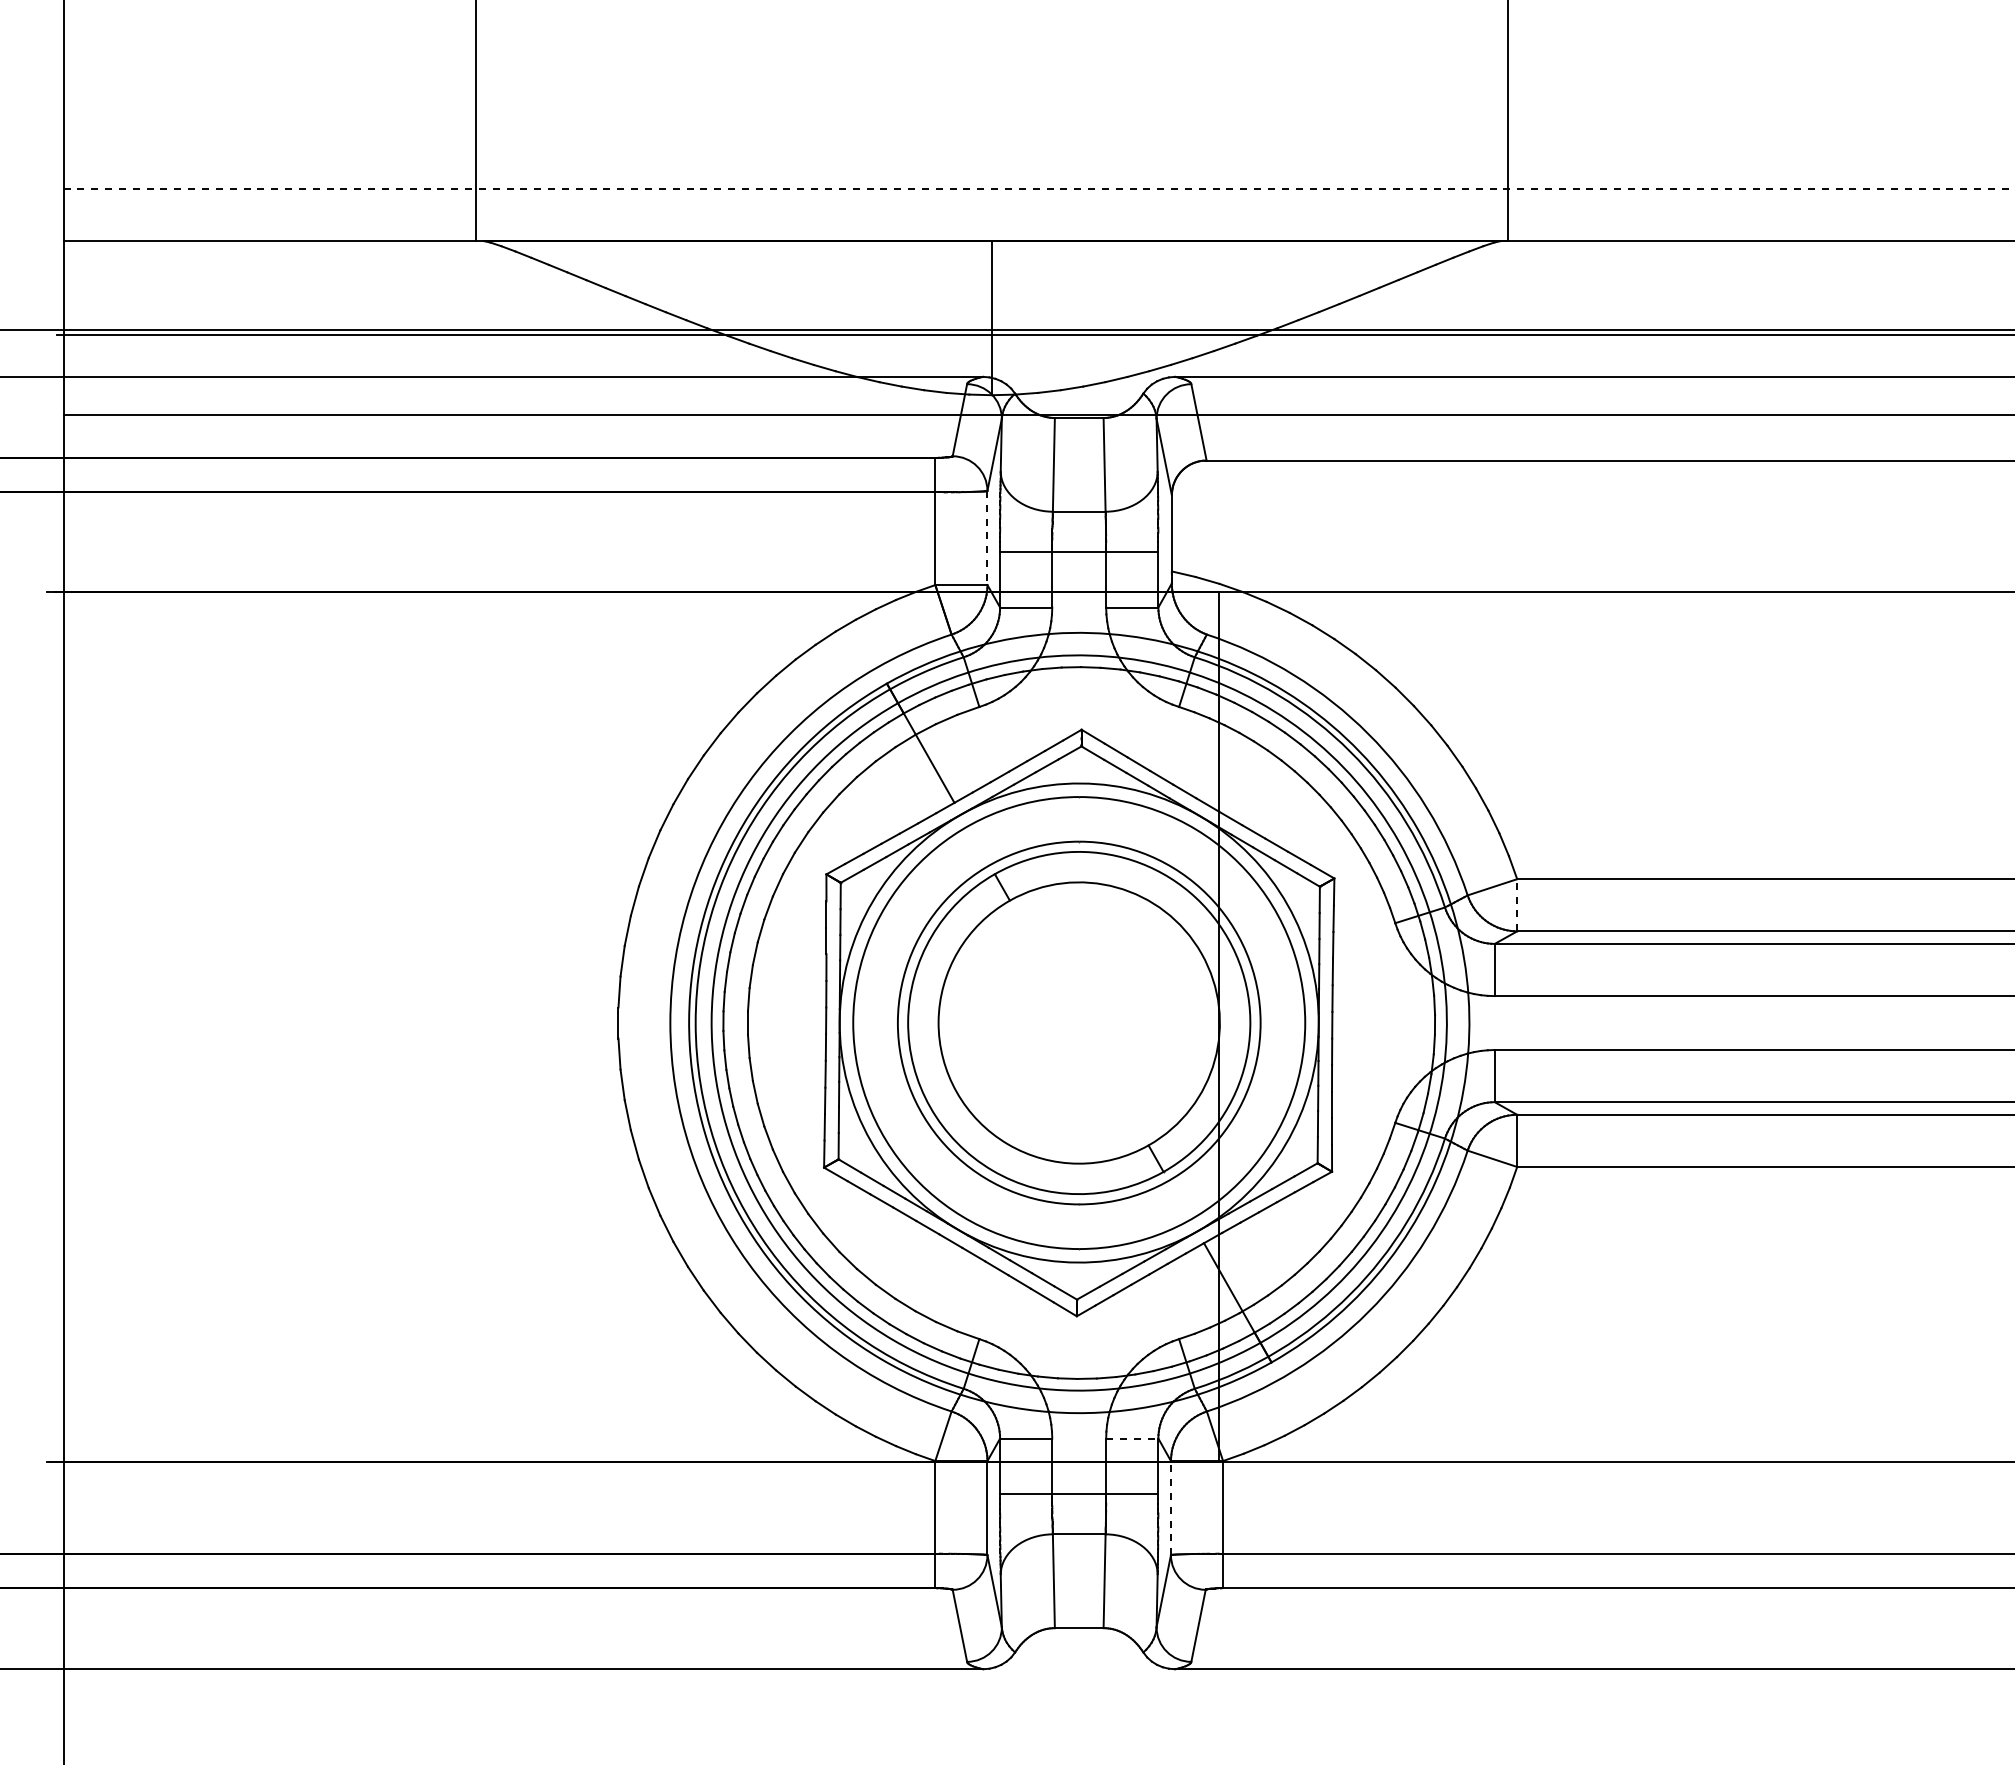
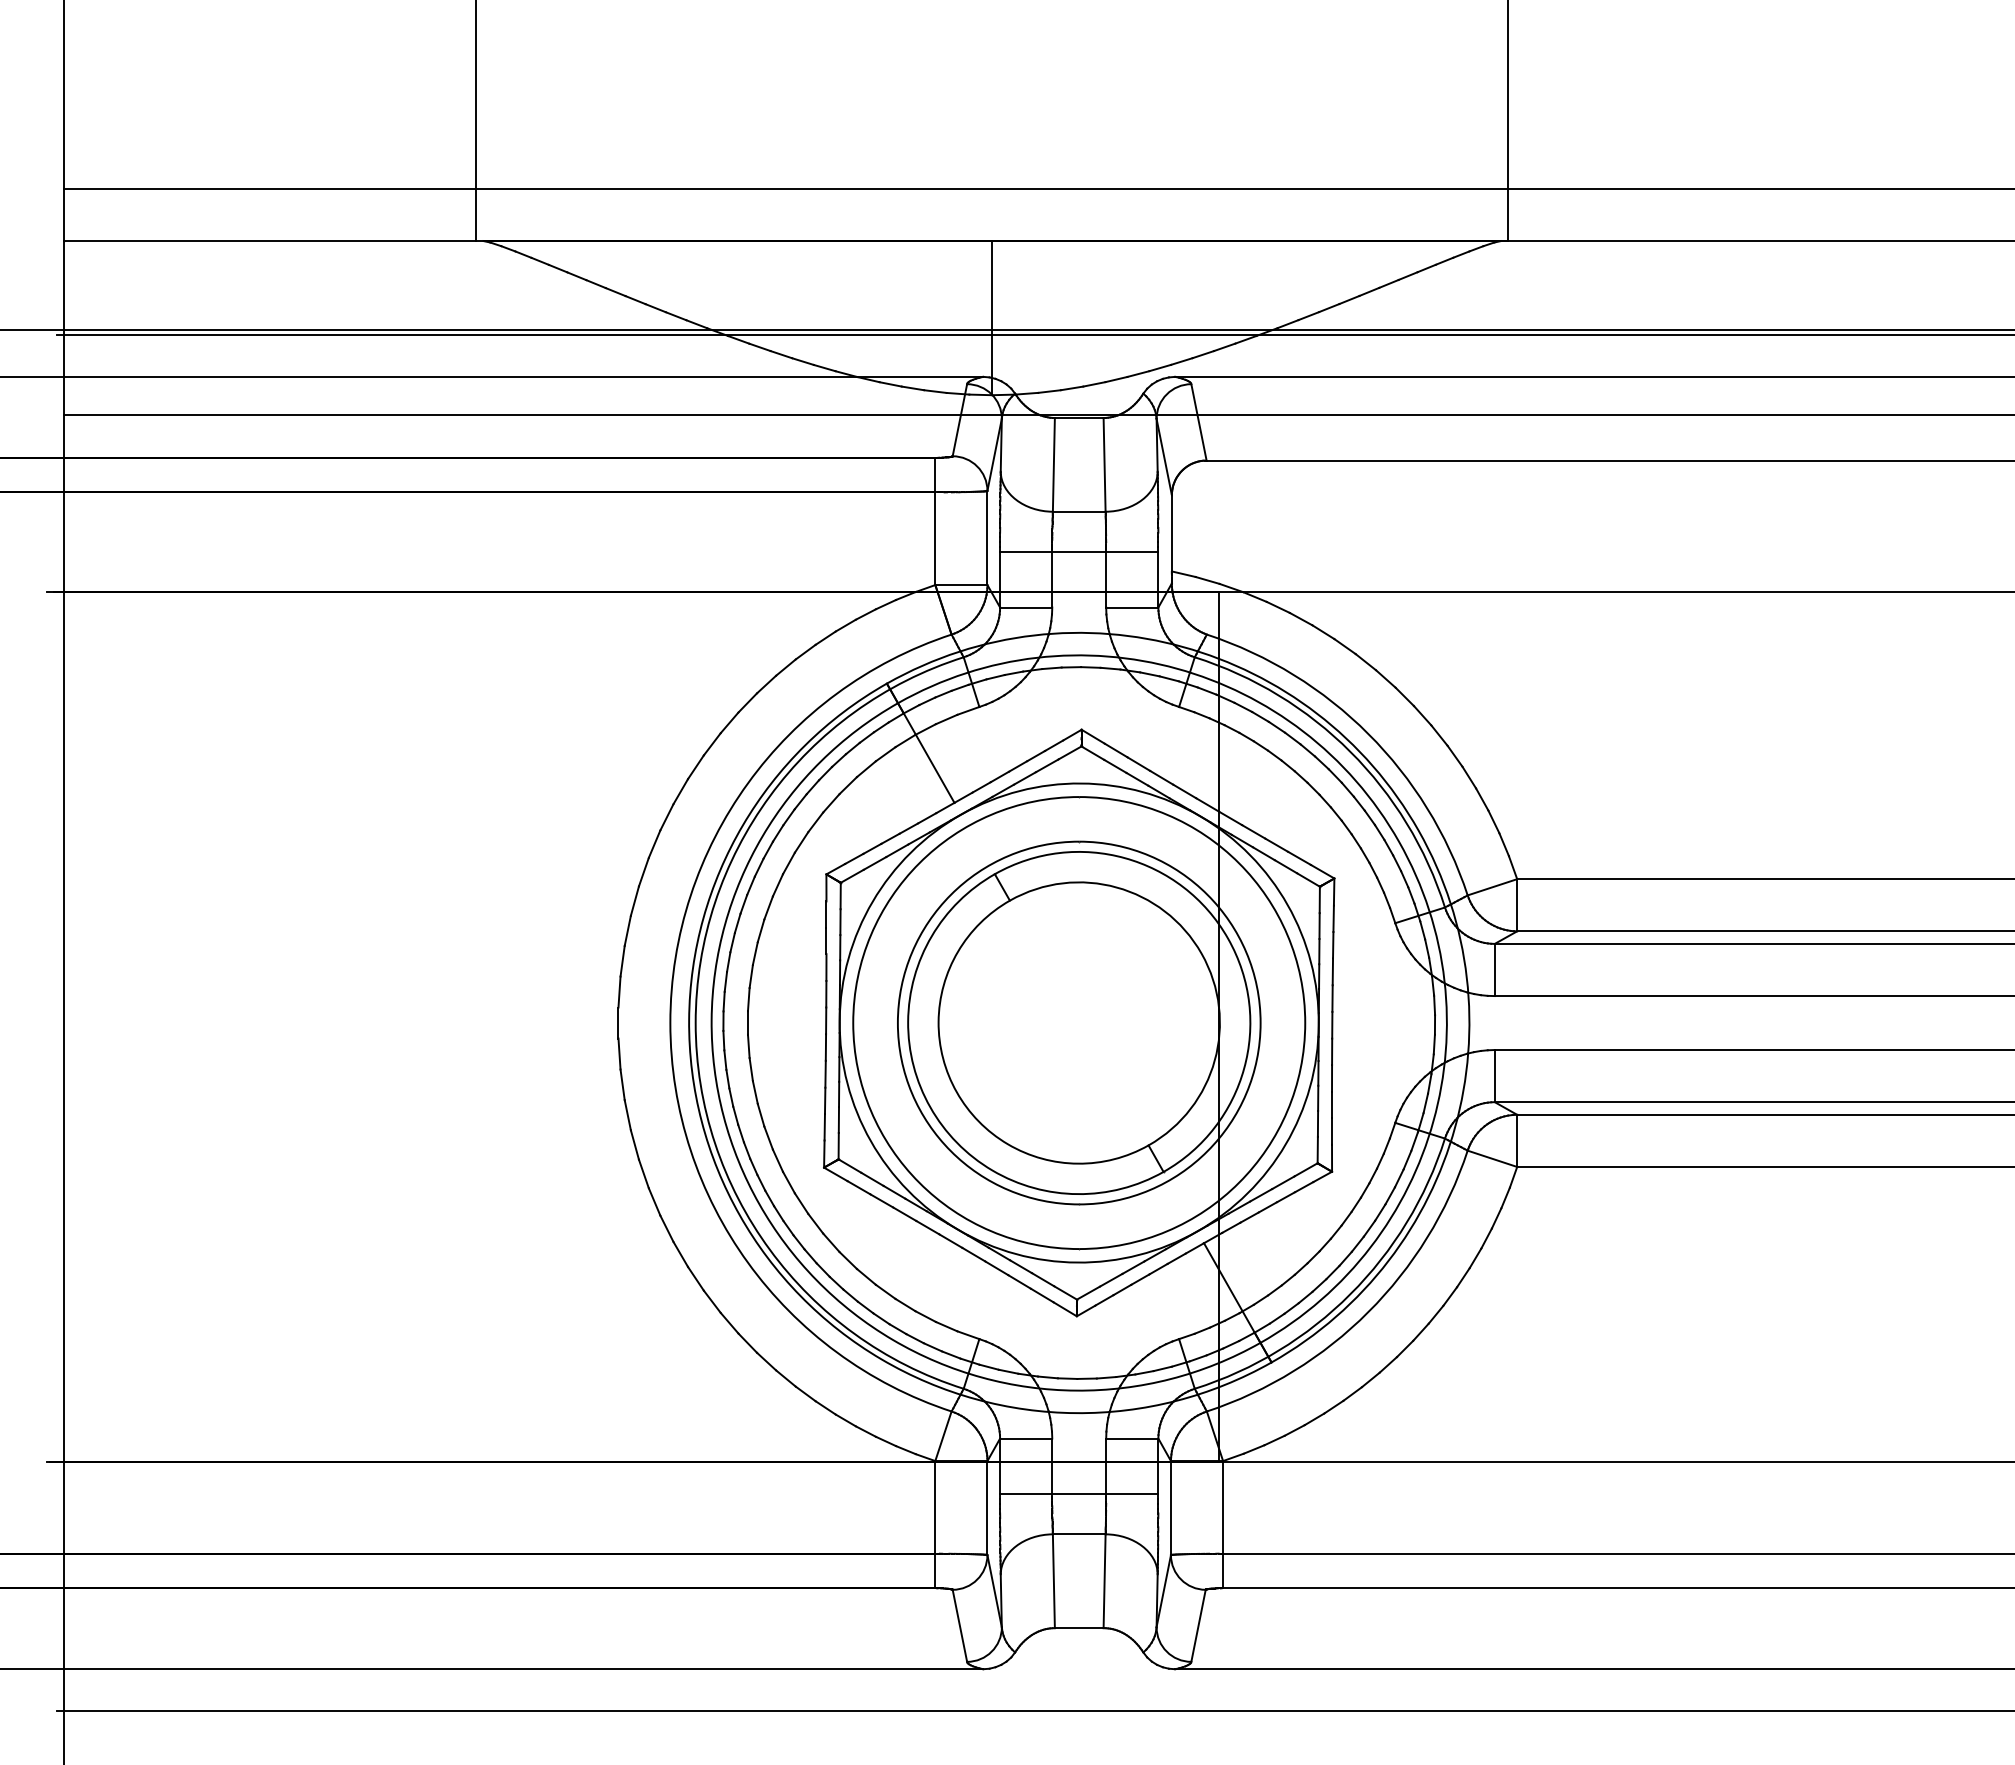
line at (1039, 188): dashed -> solid
line at (987, 538): dashed -> solid
line at (1517, 904): dashed -> solid
line at (1132, 1438): dashed -> solid
line at (1170, 1507): dashed -> solid
line at (1034, 1711): none -> present
